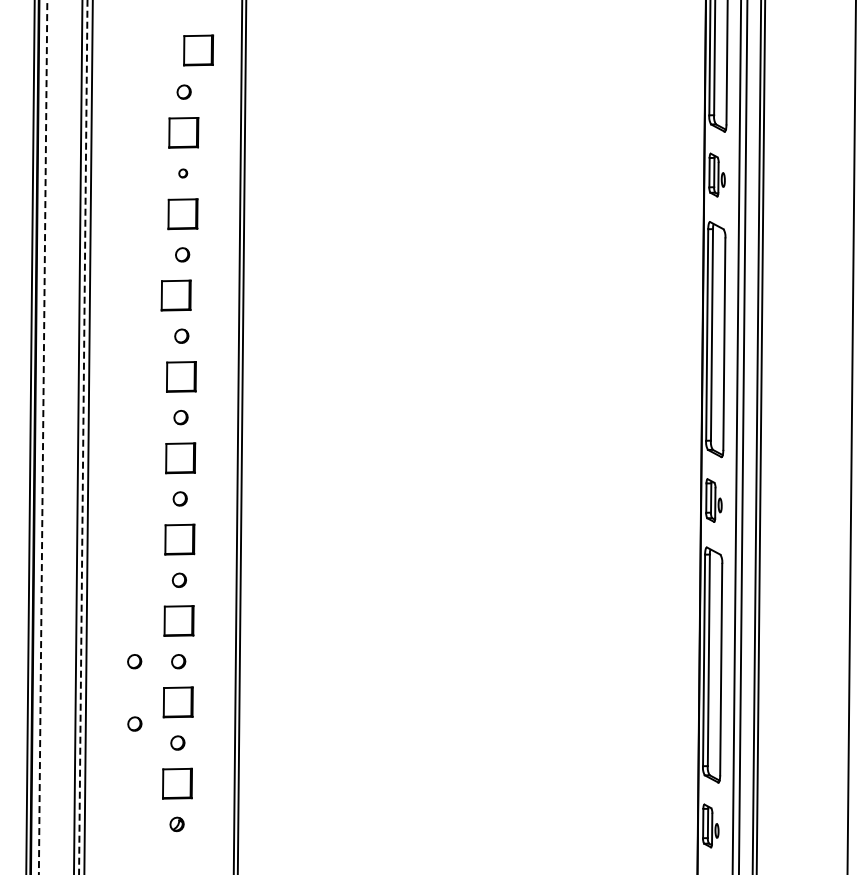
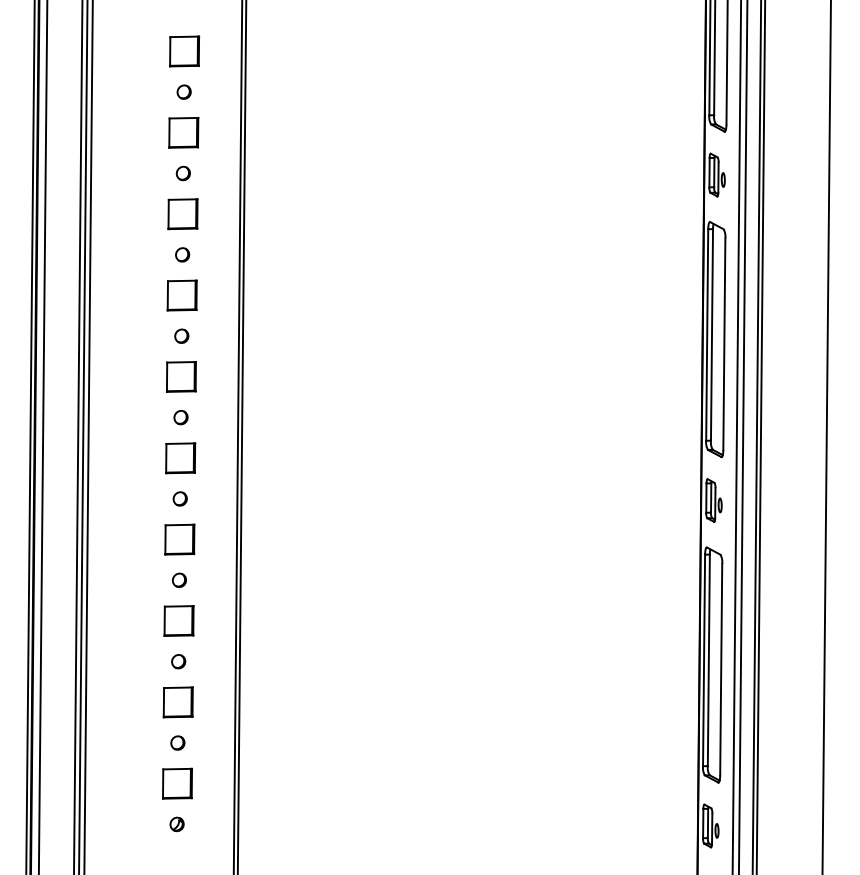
part at (198, 50) position: (198, 50) -> (184, 51)
part at (183, 173) size: 11x11 px -> 16x17 px
part at (175, 295) position: (175, 295) -> (181, 295)
line at (83, 436): dashed -> solid
line at (851, 436) position: (851, 436) -> (826, 436)
line at (43, 437): dashed -> solid
part at (134, 661): present -> none
part at (134, 723): present -> none
